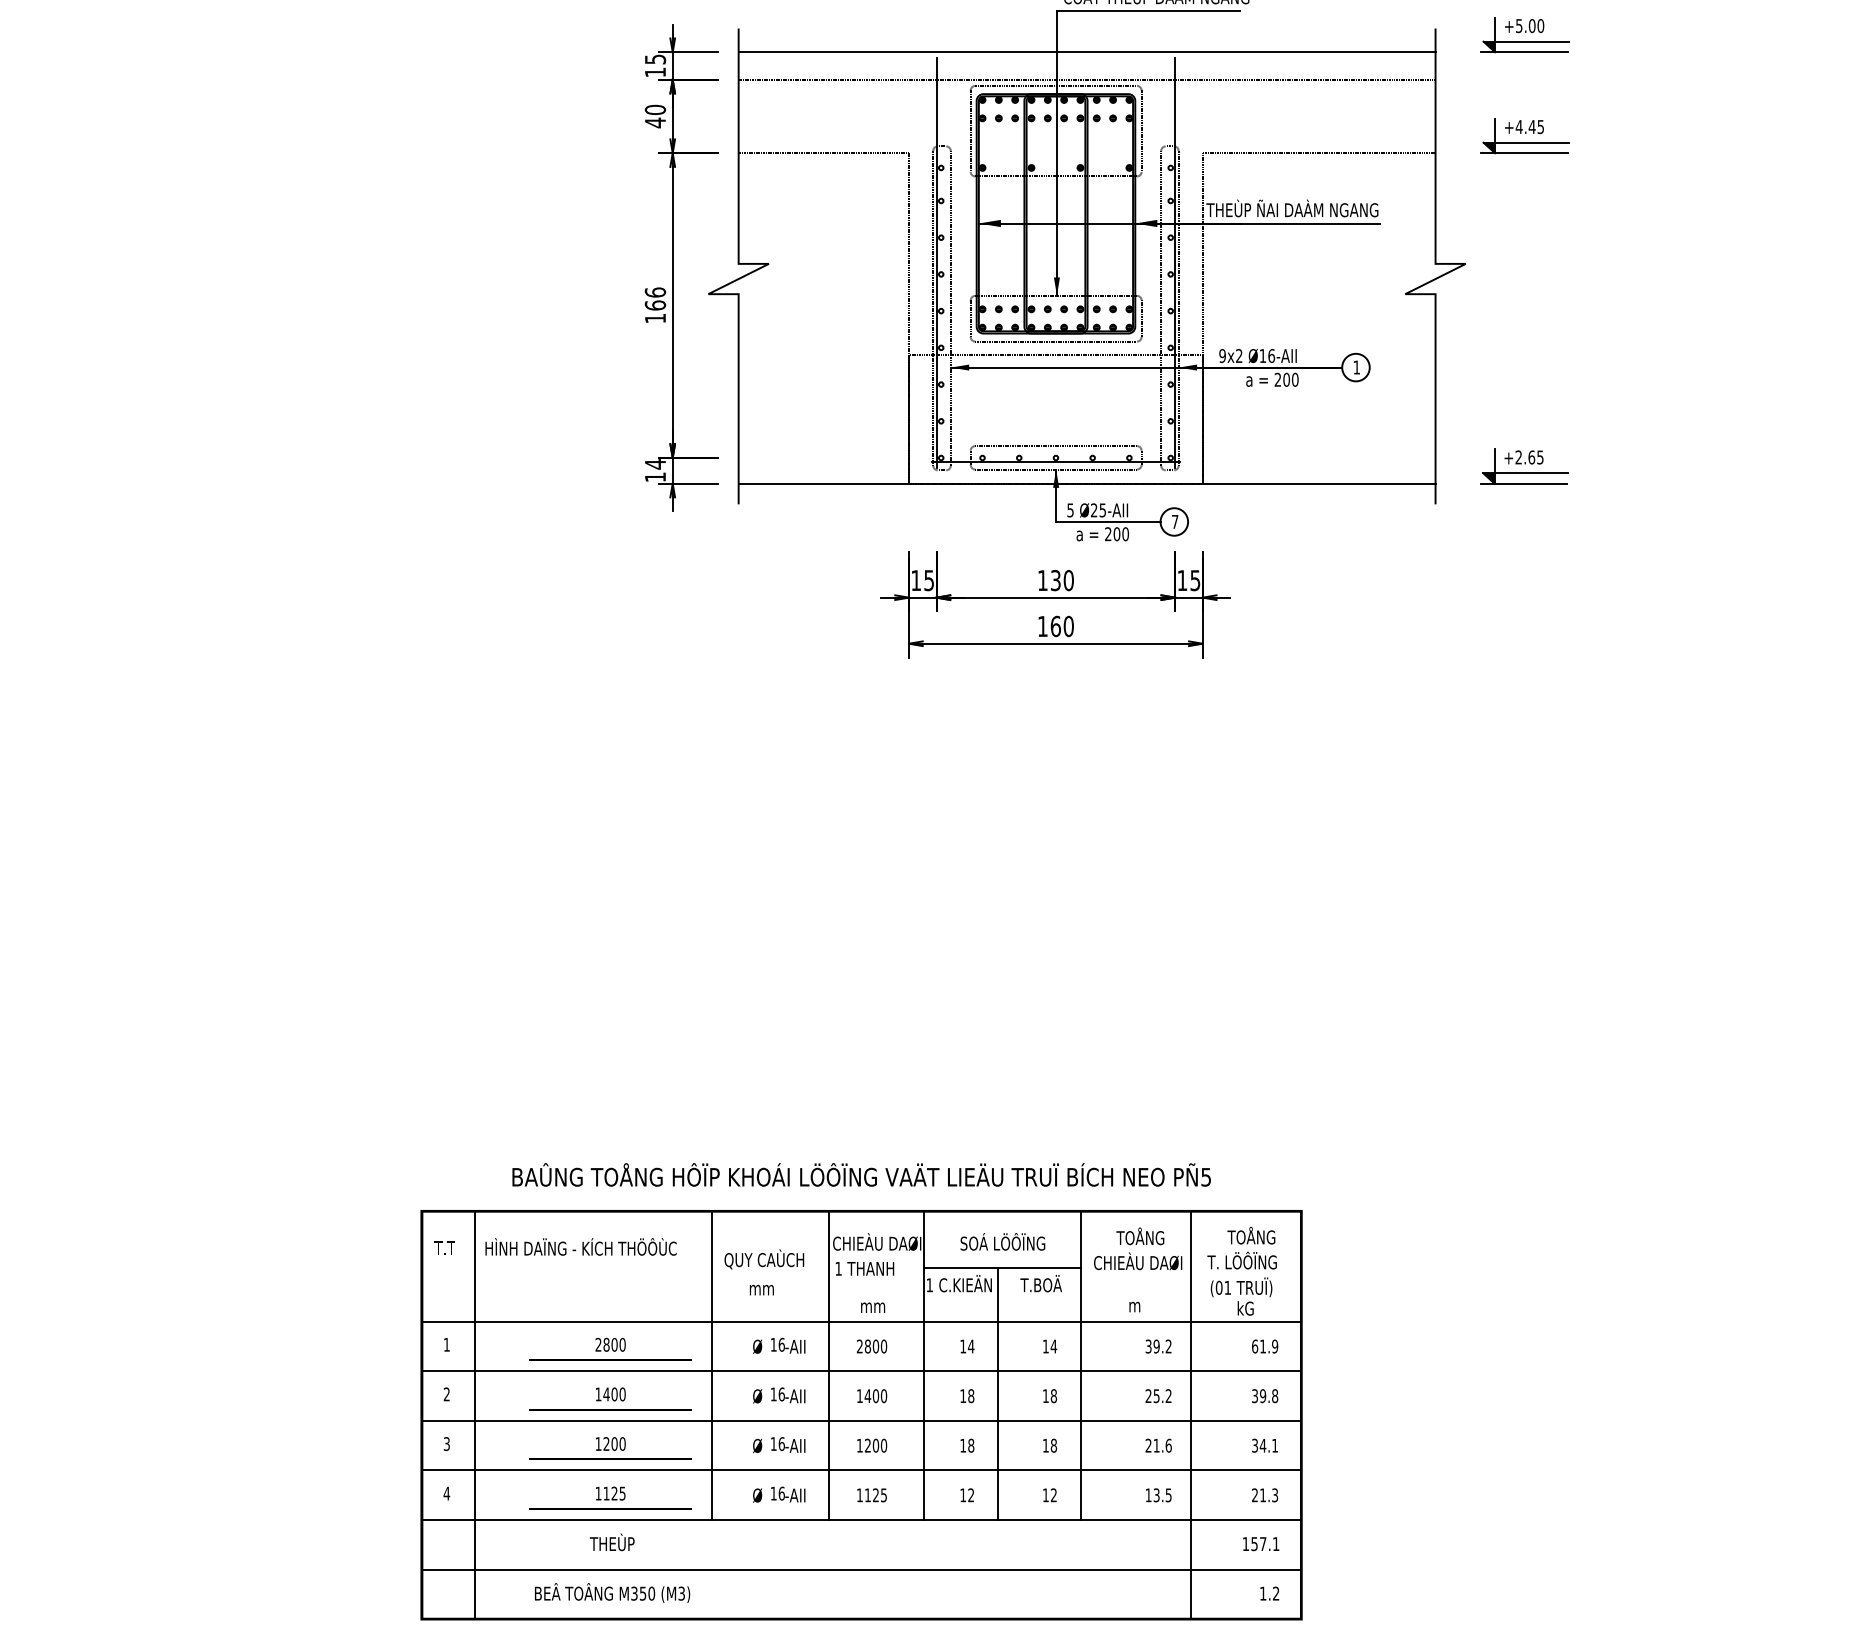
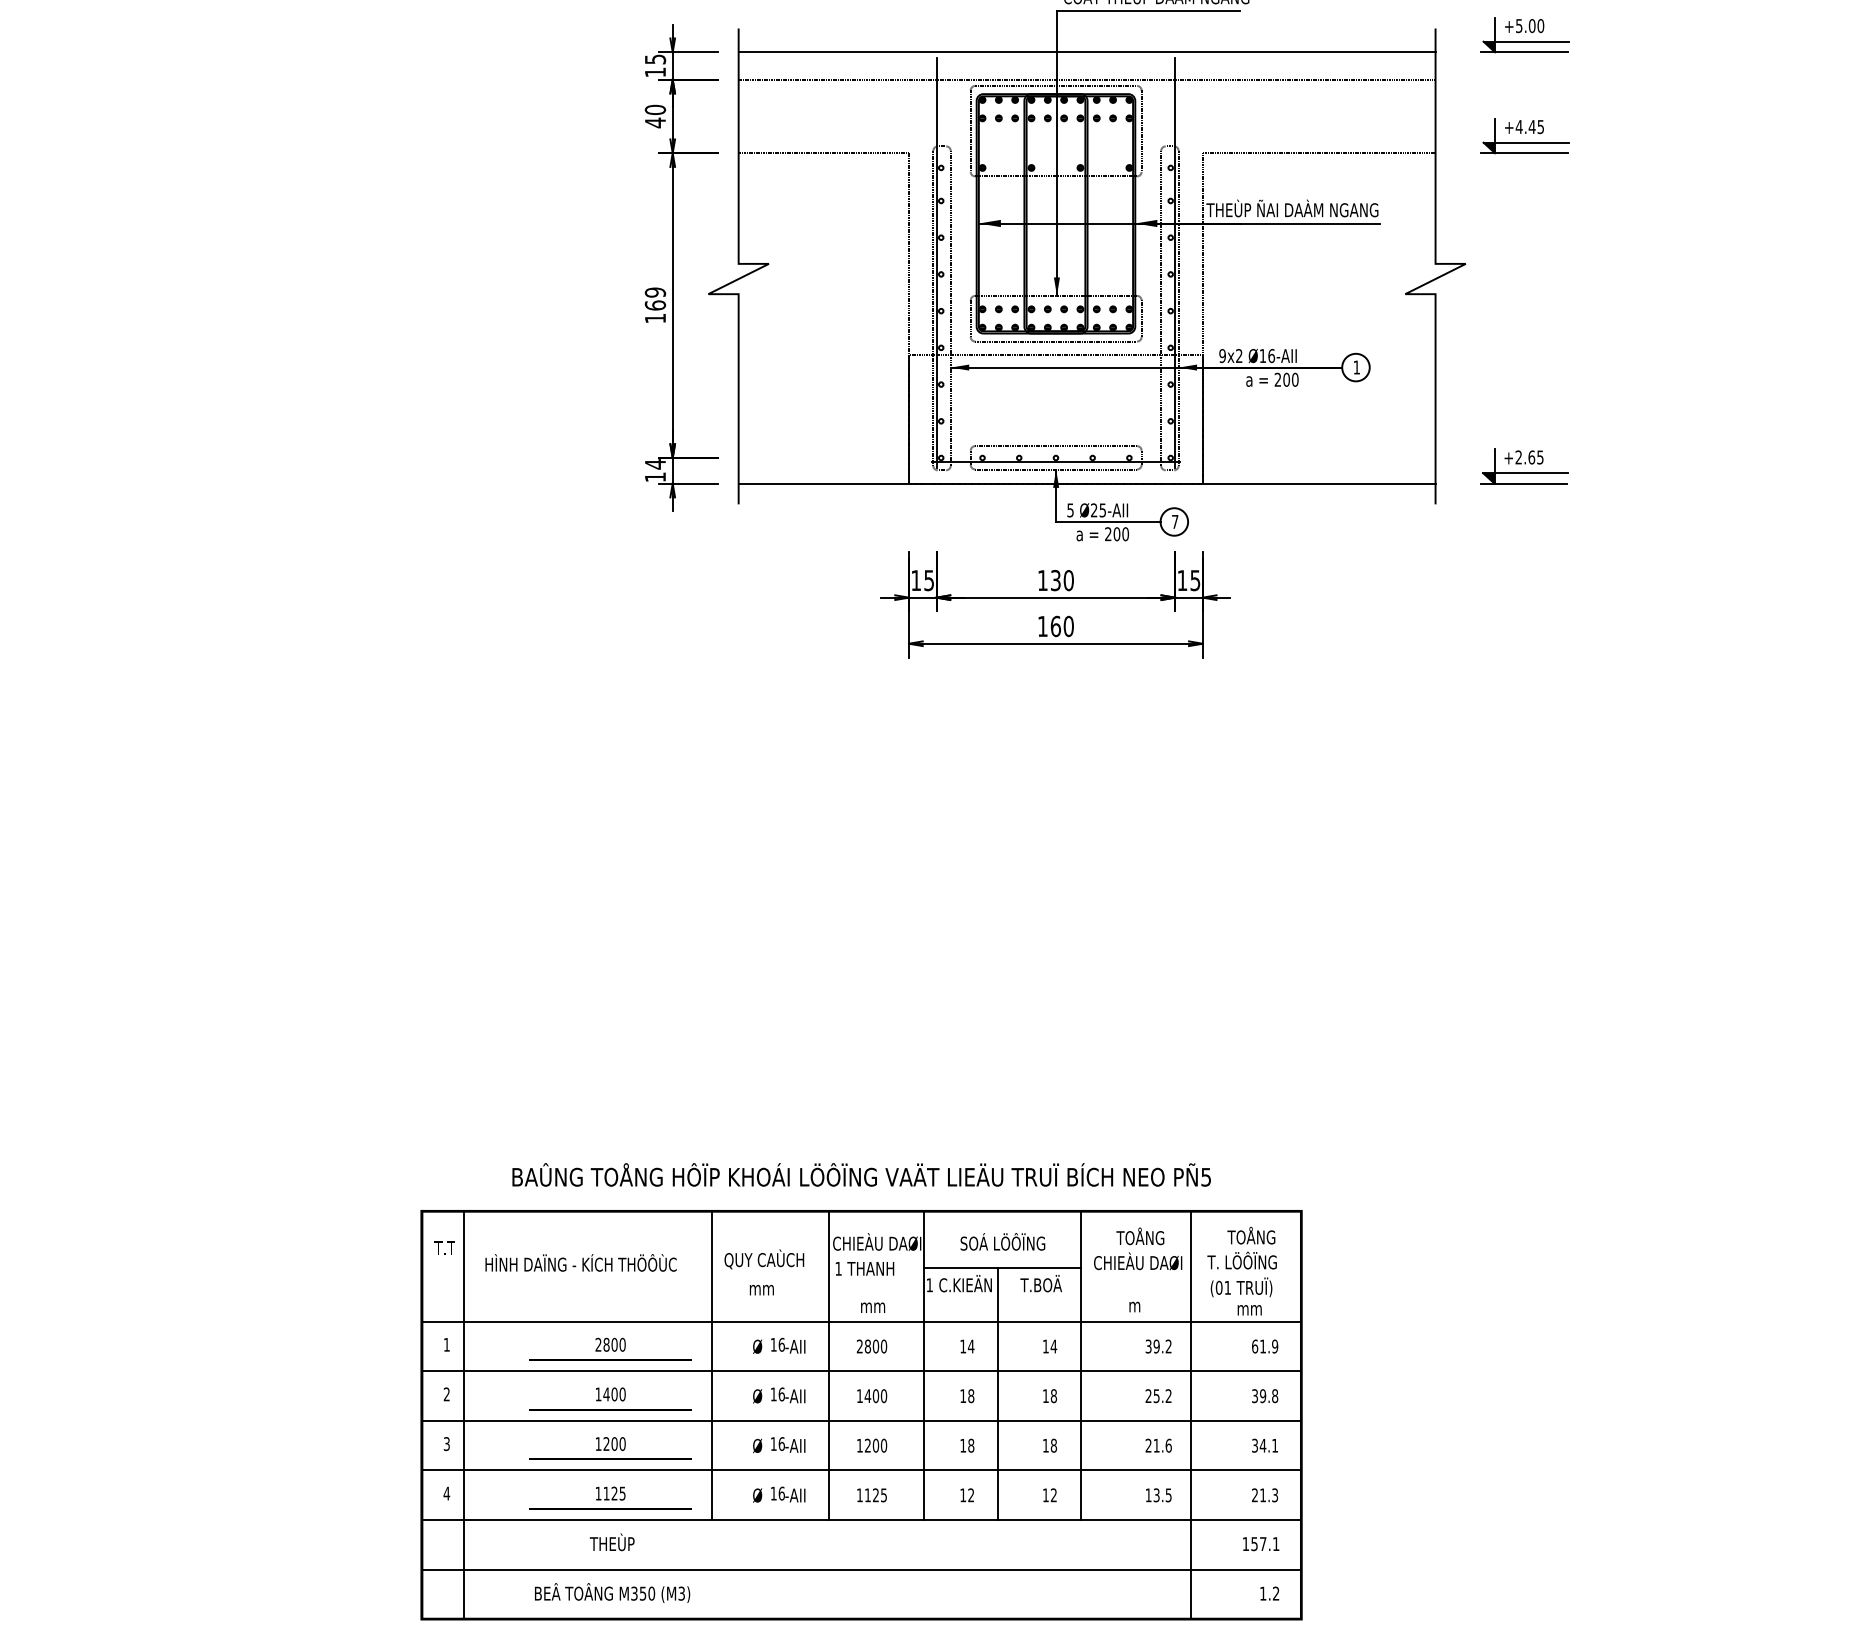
text at (655, 292): 166 -> 169
text at (580, 1246) position: (580, 1246) -> (580, 1262)
text at (1249, 1308): kG -> mm
line at (474, 1415) position: (474, 1415) -> (463, 1415)
